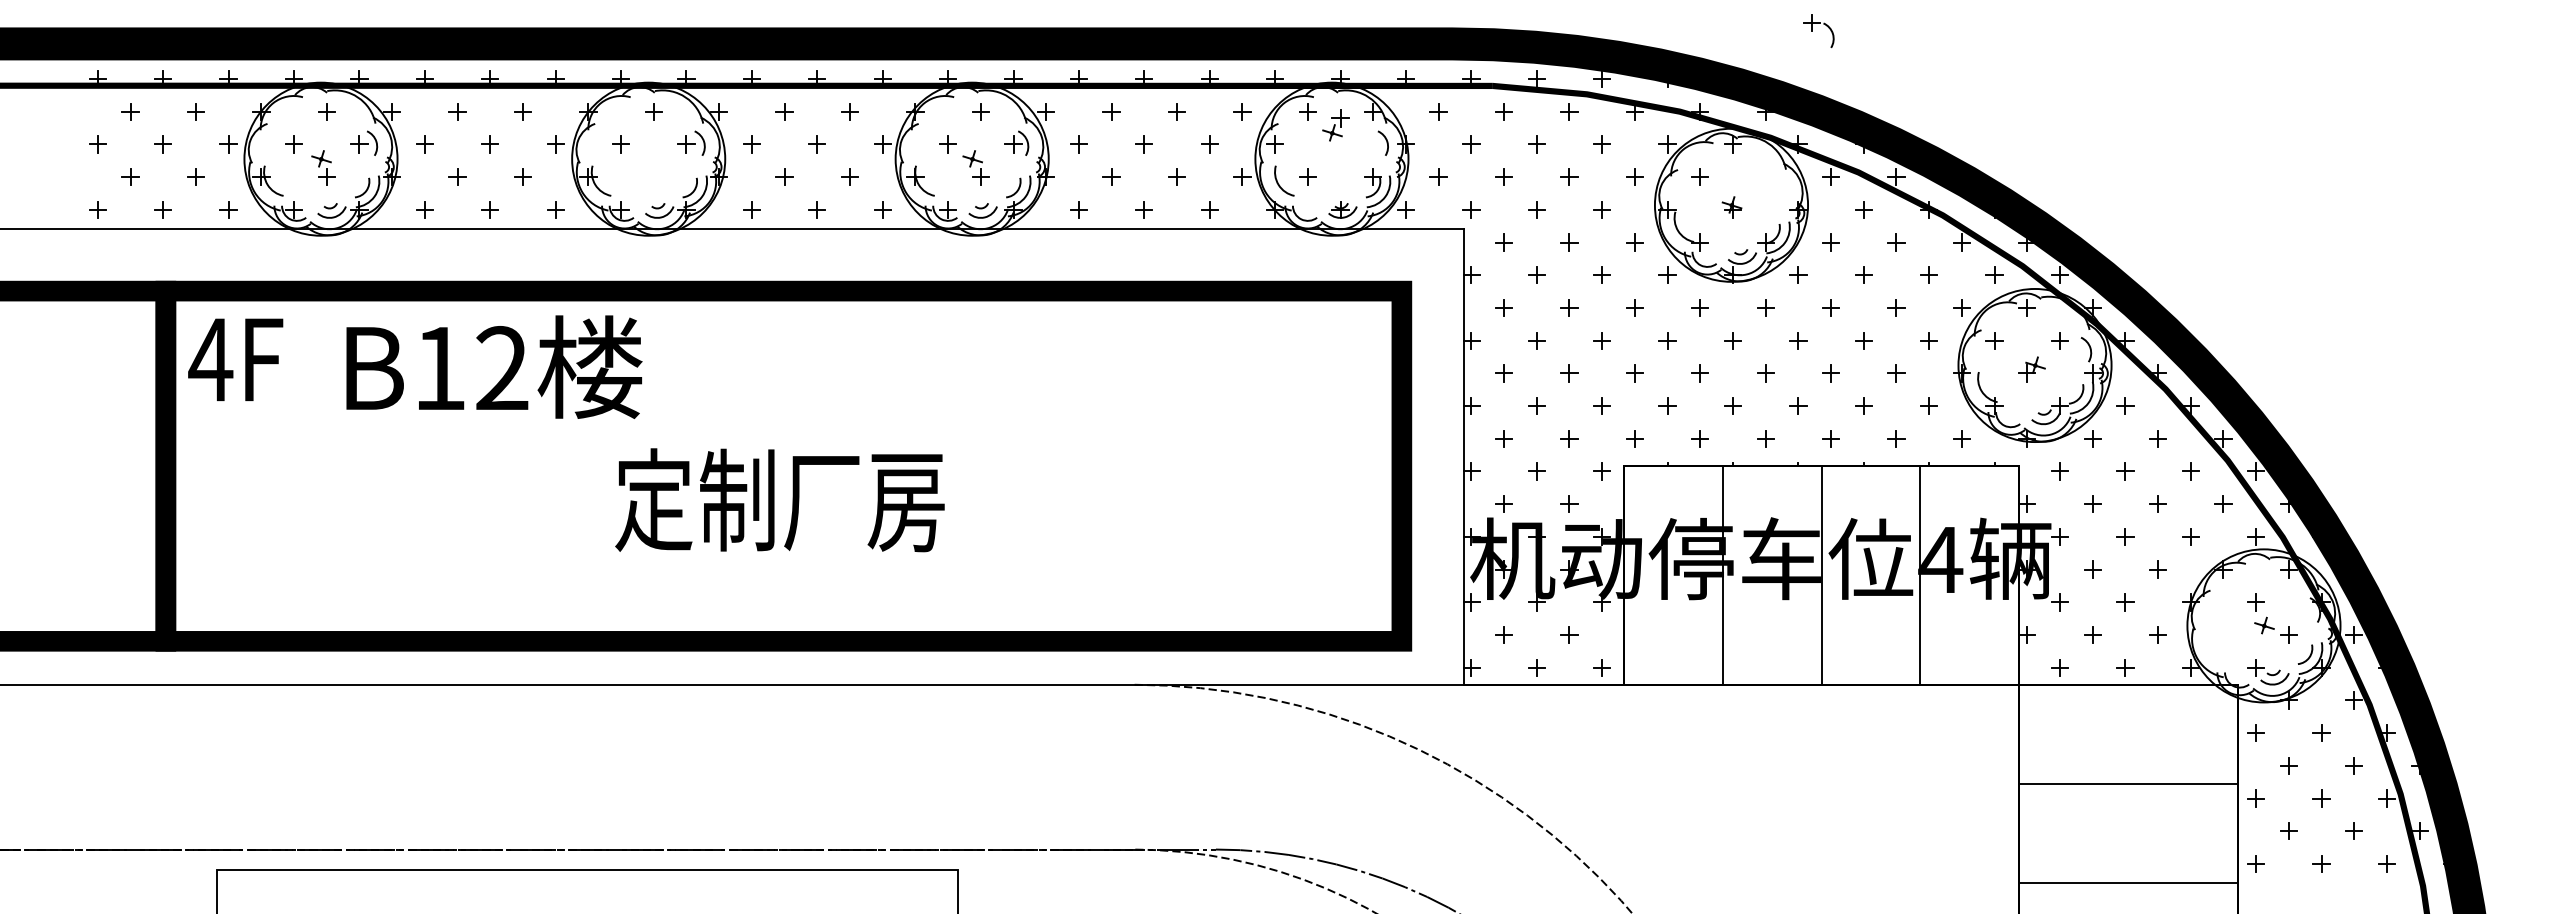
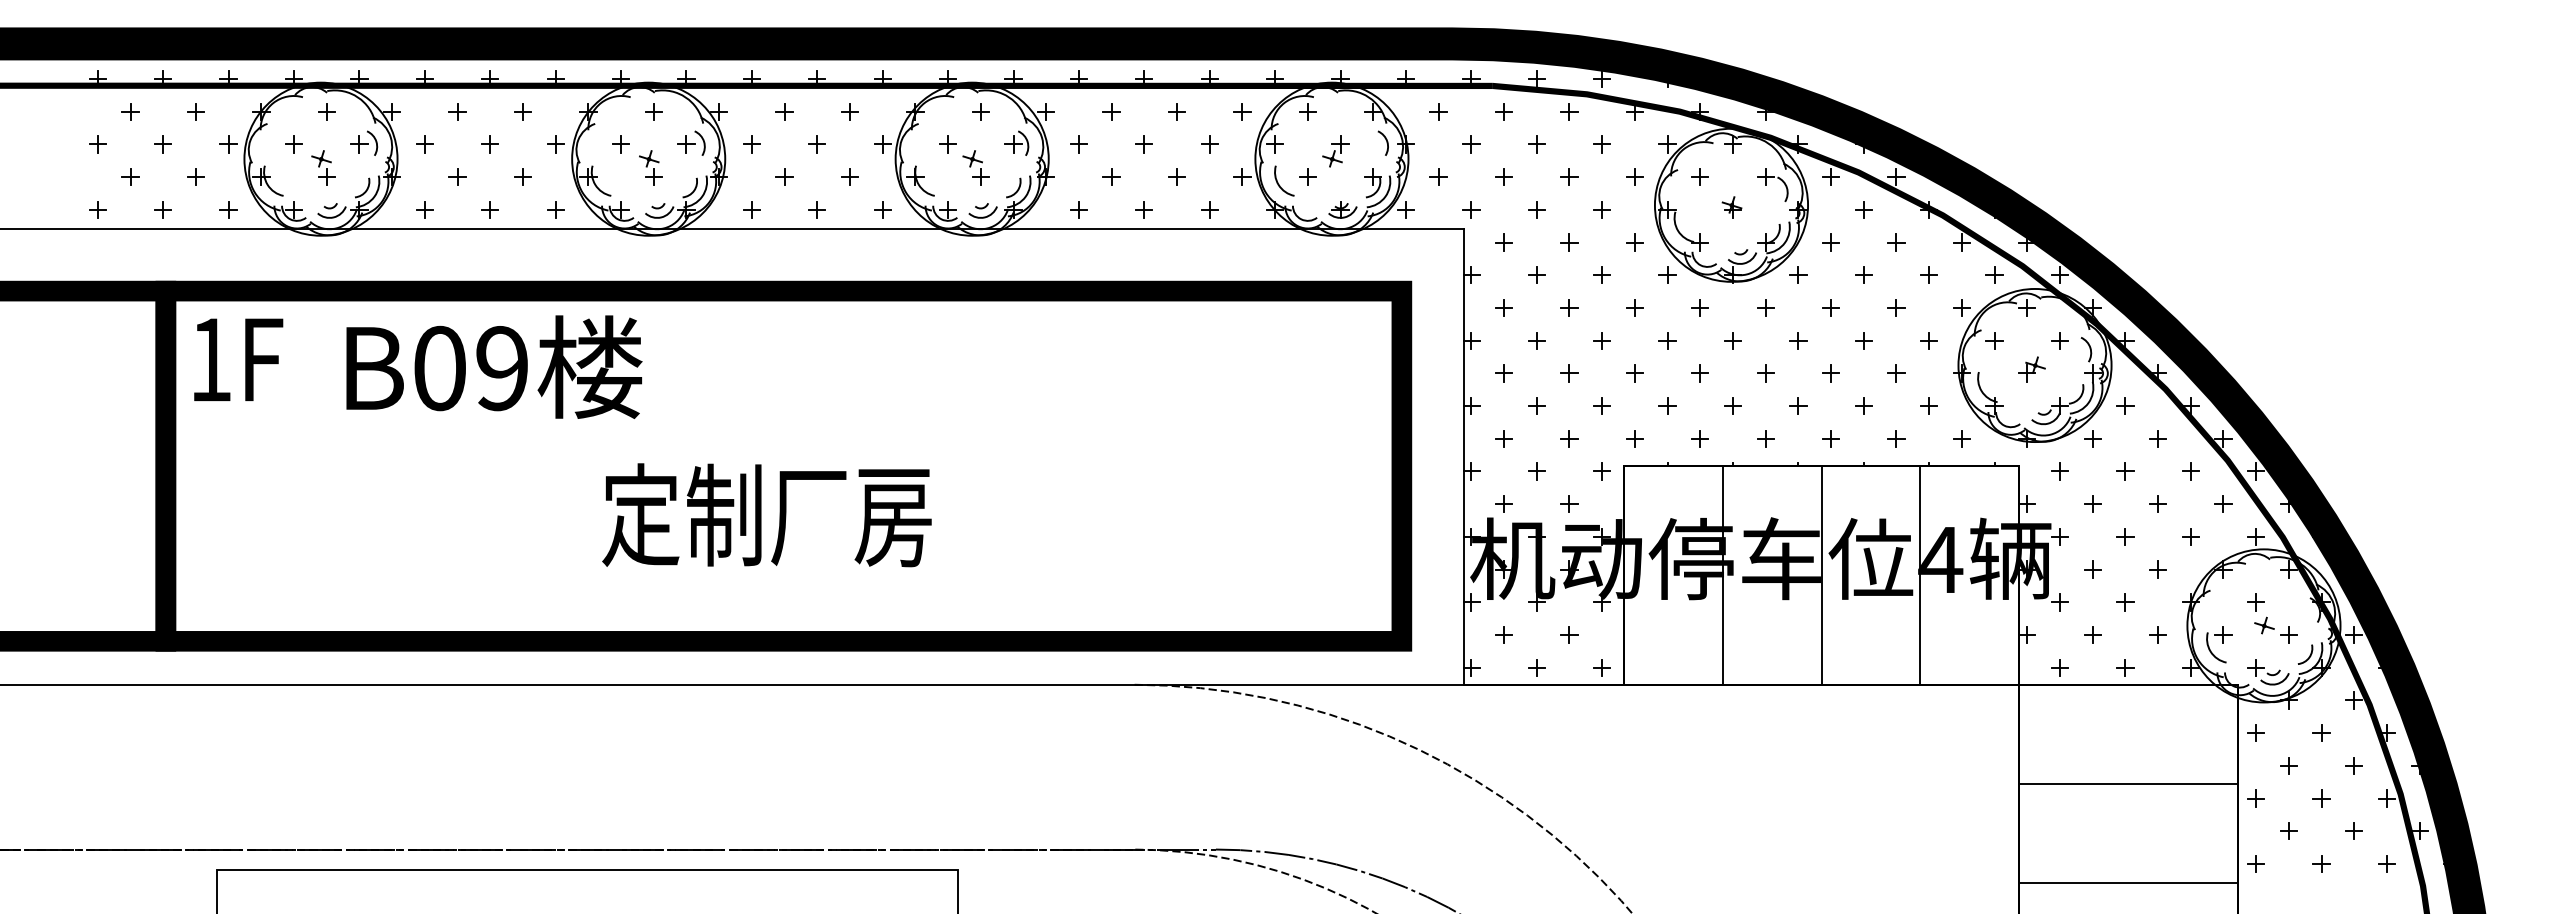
part at (1818, 31) position: (1818, 31) -> (1772, 185)
part at (1335, 125) position: (1335, 125) -> (1335, 151)
part at (650, 167): none -> present
text at (210, 359): 4F -> 1F
text at (471, 368): B12 -> B09
text at (779, 500) position: (779, 500) -> (766, 515)
part at (2219, 644): none -> present
